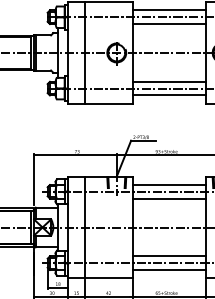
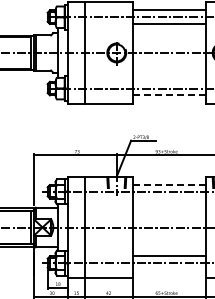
line at (169, 81): present -> none
line at (169, 95): solid -> dashed
line at (169, 185): solid -> dashed
line at (169, 198): present -> none
line at (169, 269): present -> none
